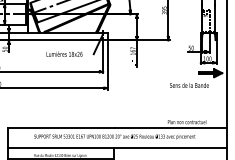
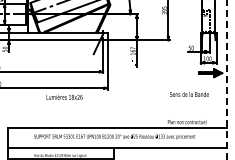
text at (64, 53) position: (64, 53) -> (64, 96)
line at (227, 79): solid -> dashed
text at (189, 85) position: (189, 85) -> (189, 94)
